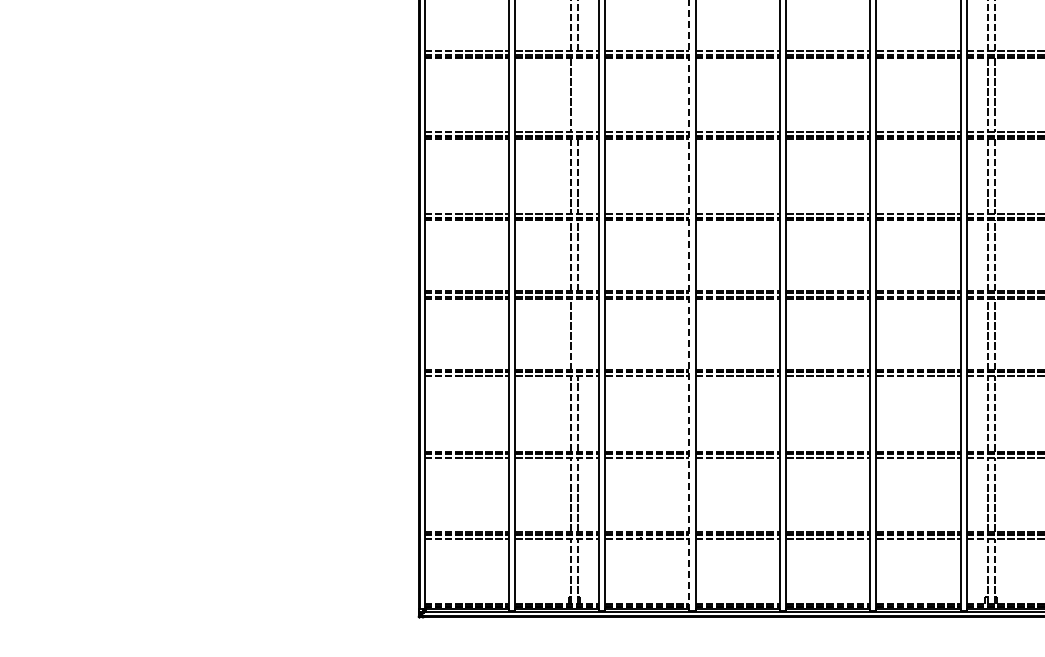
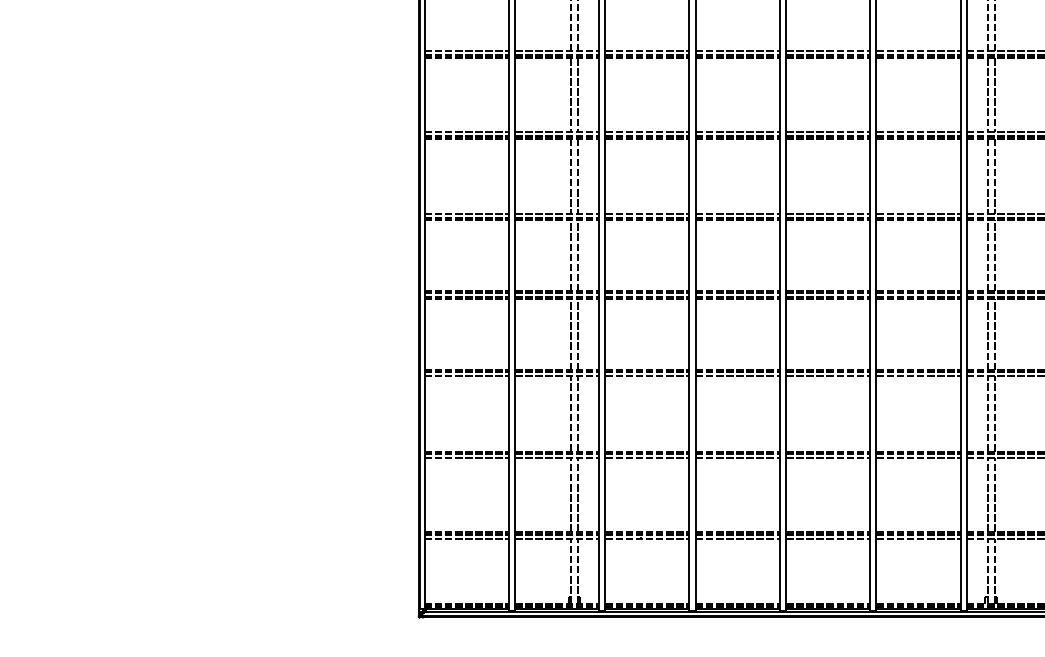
line at (578, 95): none -> present
line at (689, 305): dashed -> solid
line at (578, 334): none -> present
